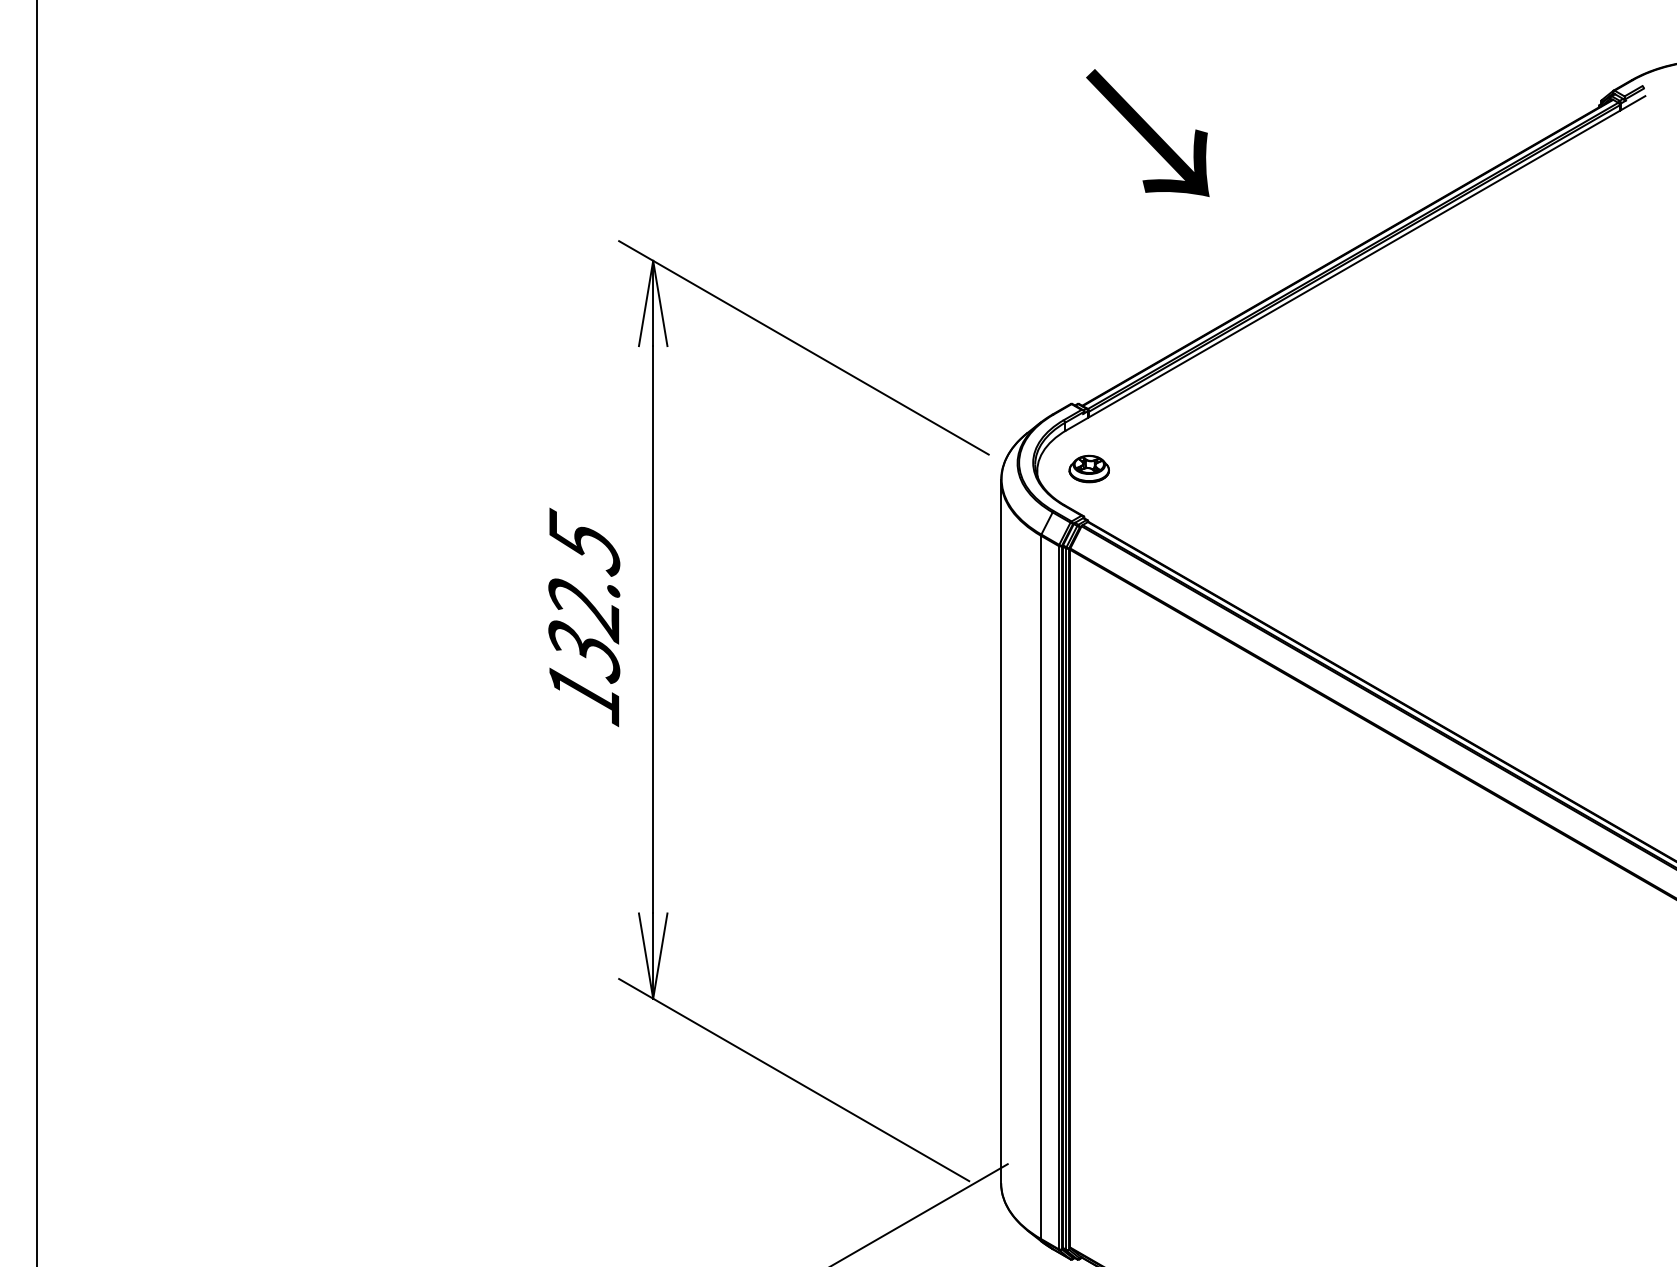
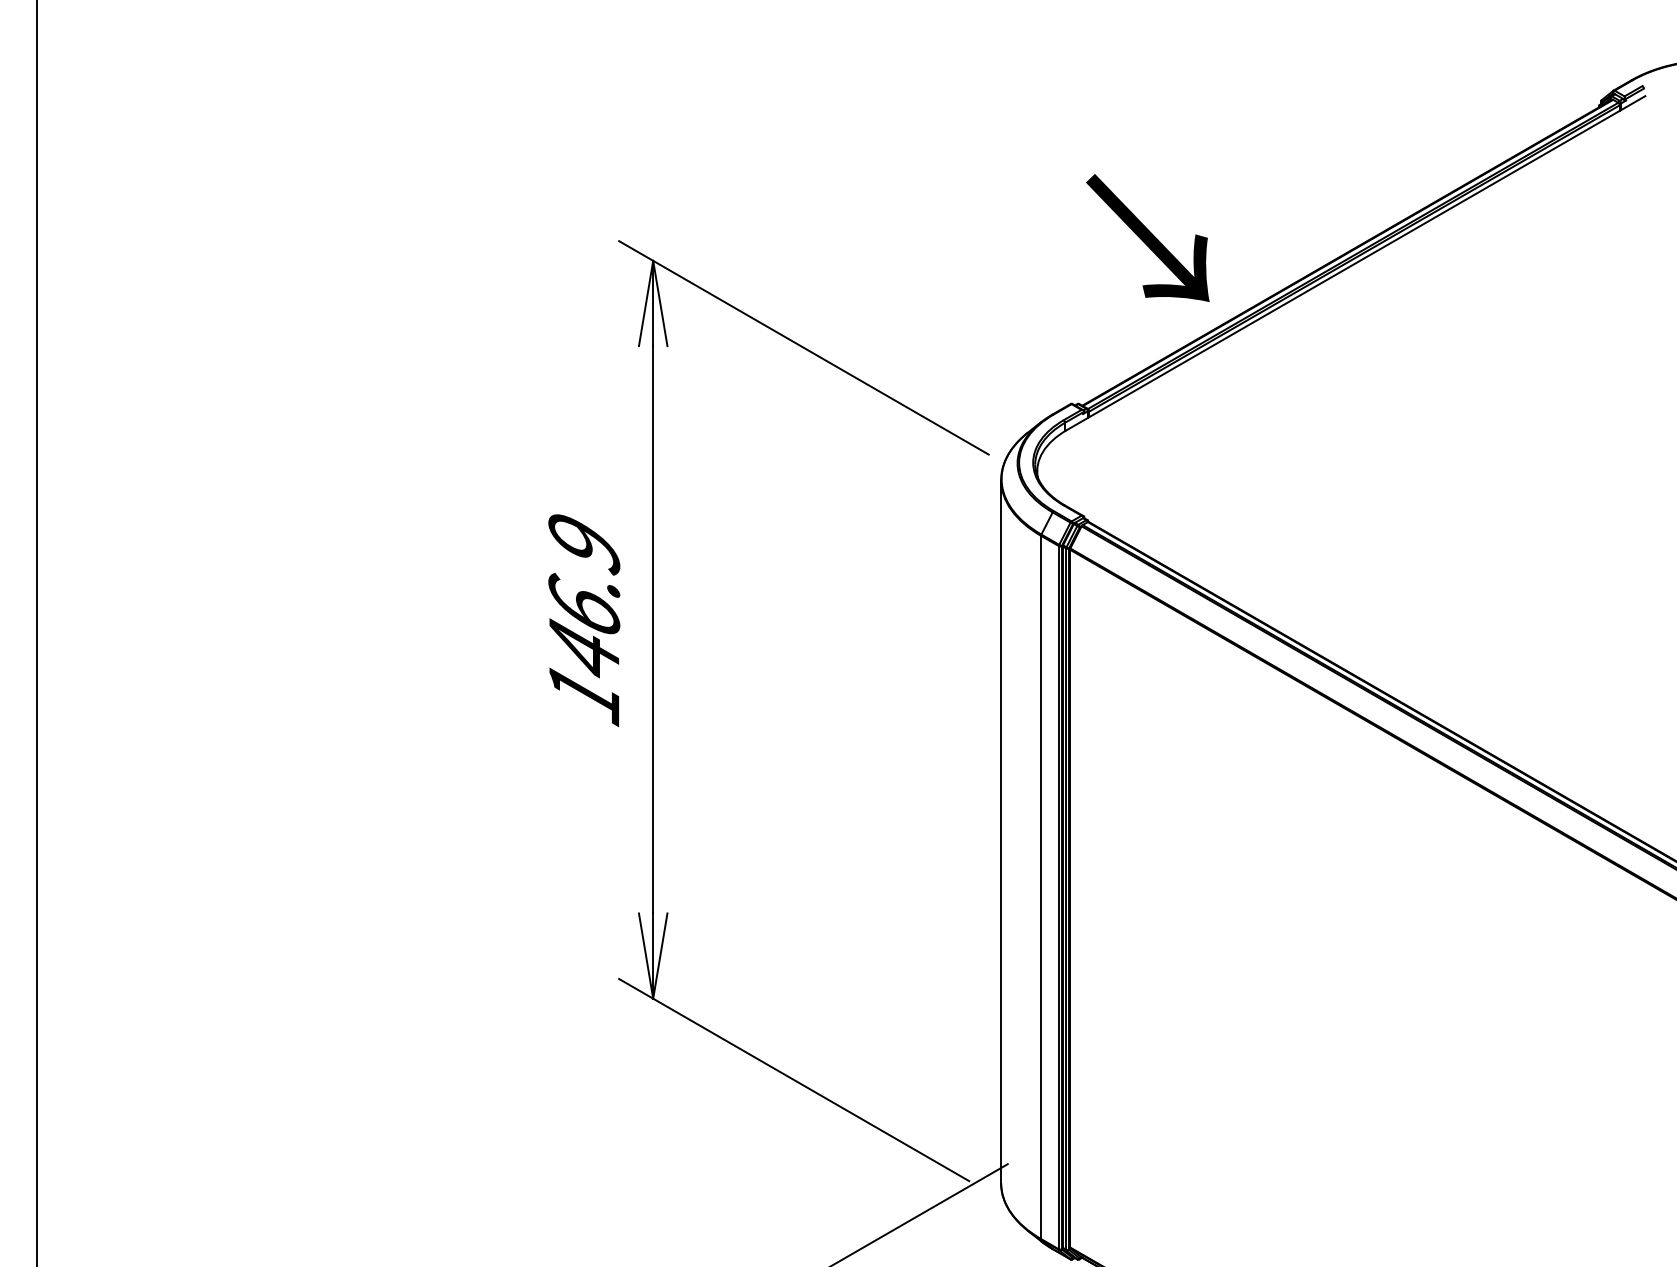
text at (1147, 133) position: (1147, 133) -> (1147, 238)
part at (1088, 468): present -> none
text at (584, 595): 132.5 -> 146.9
